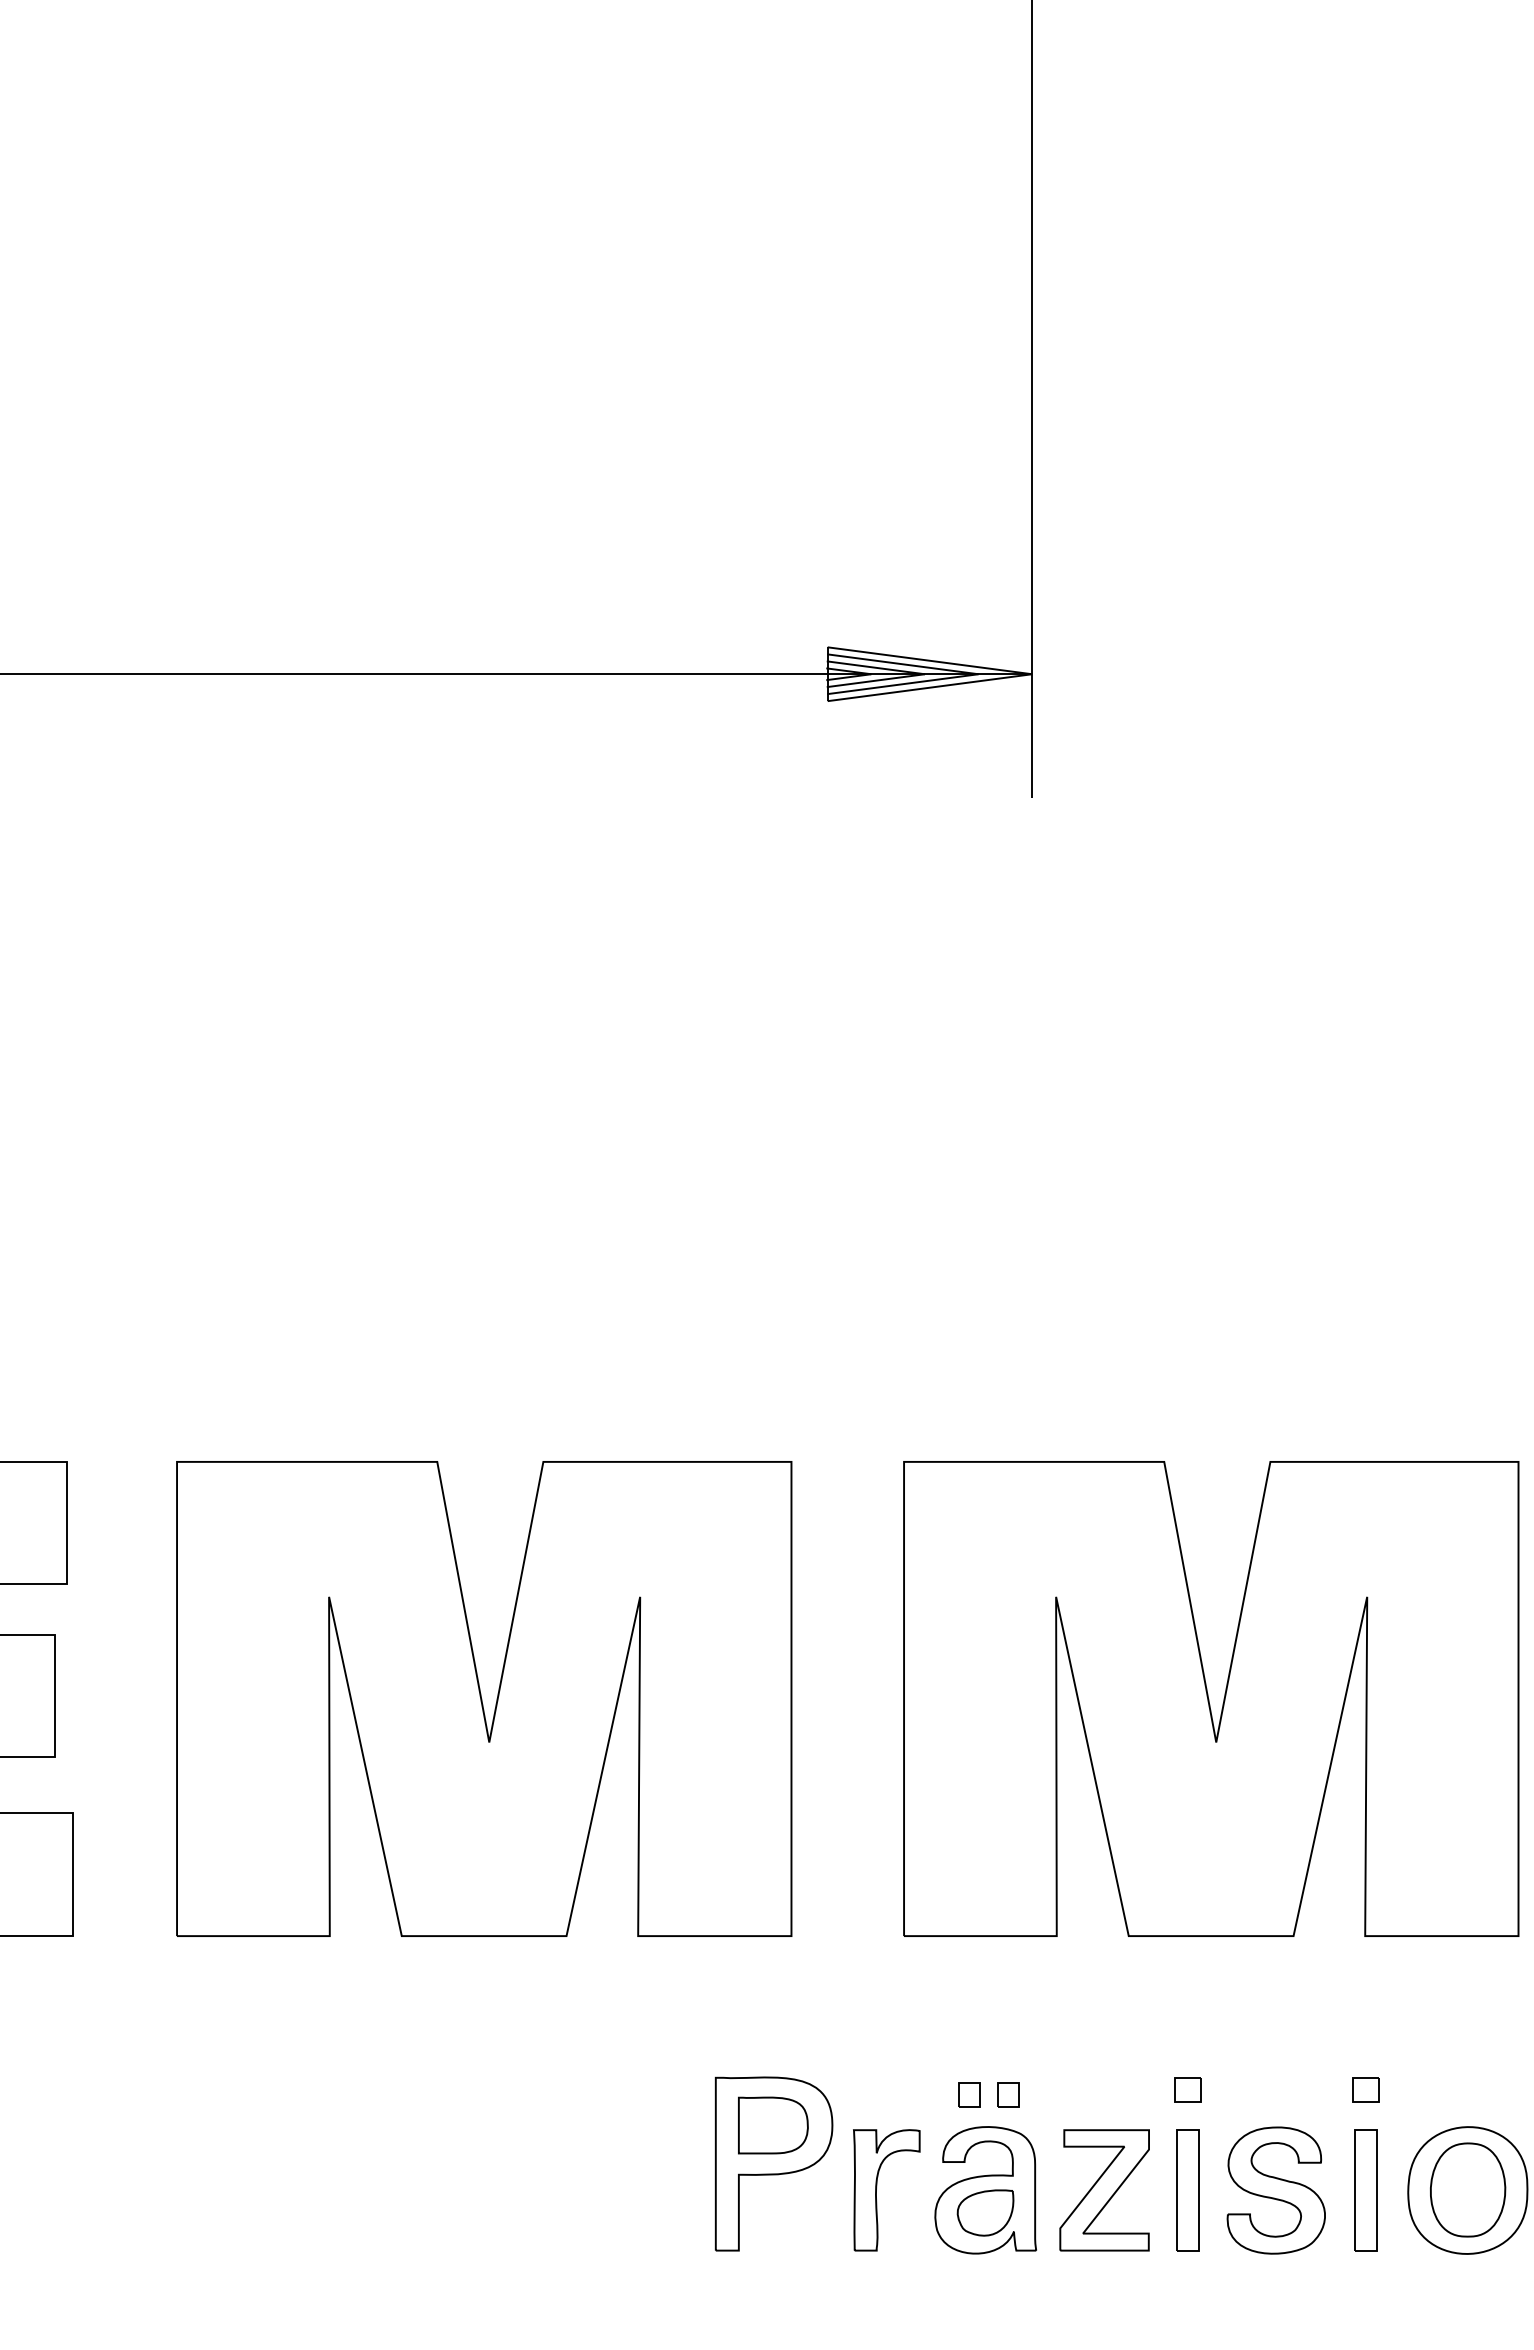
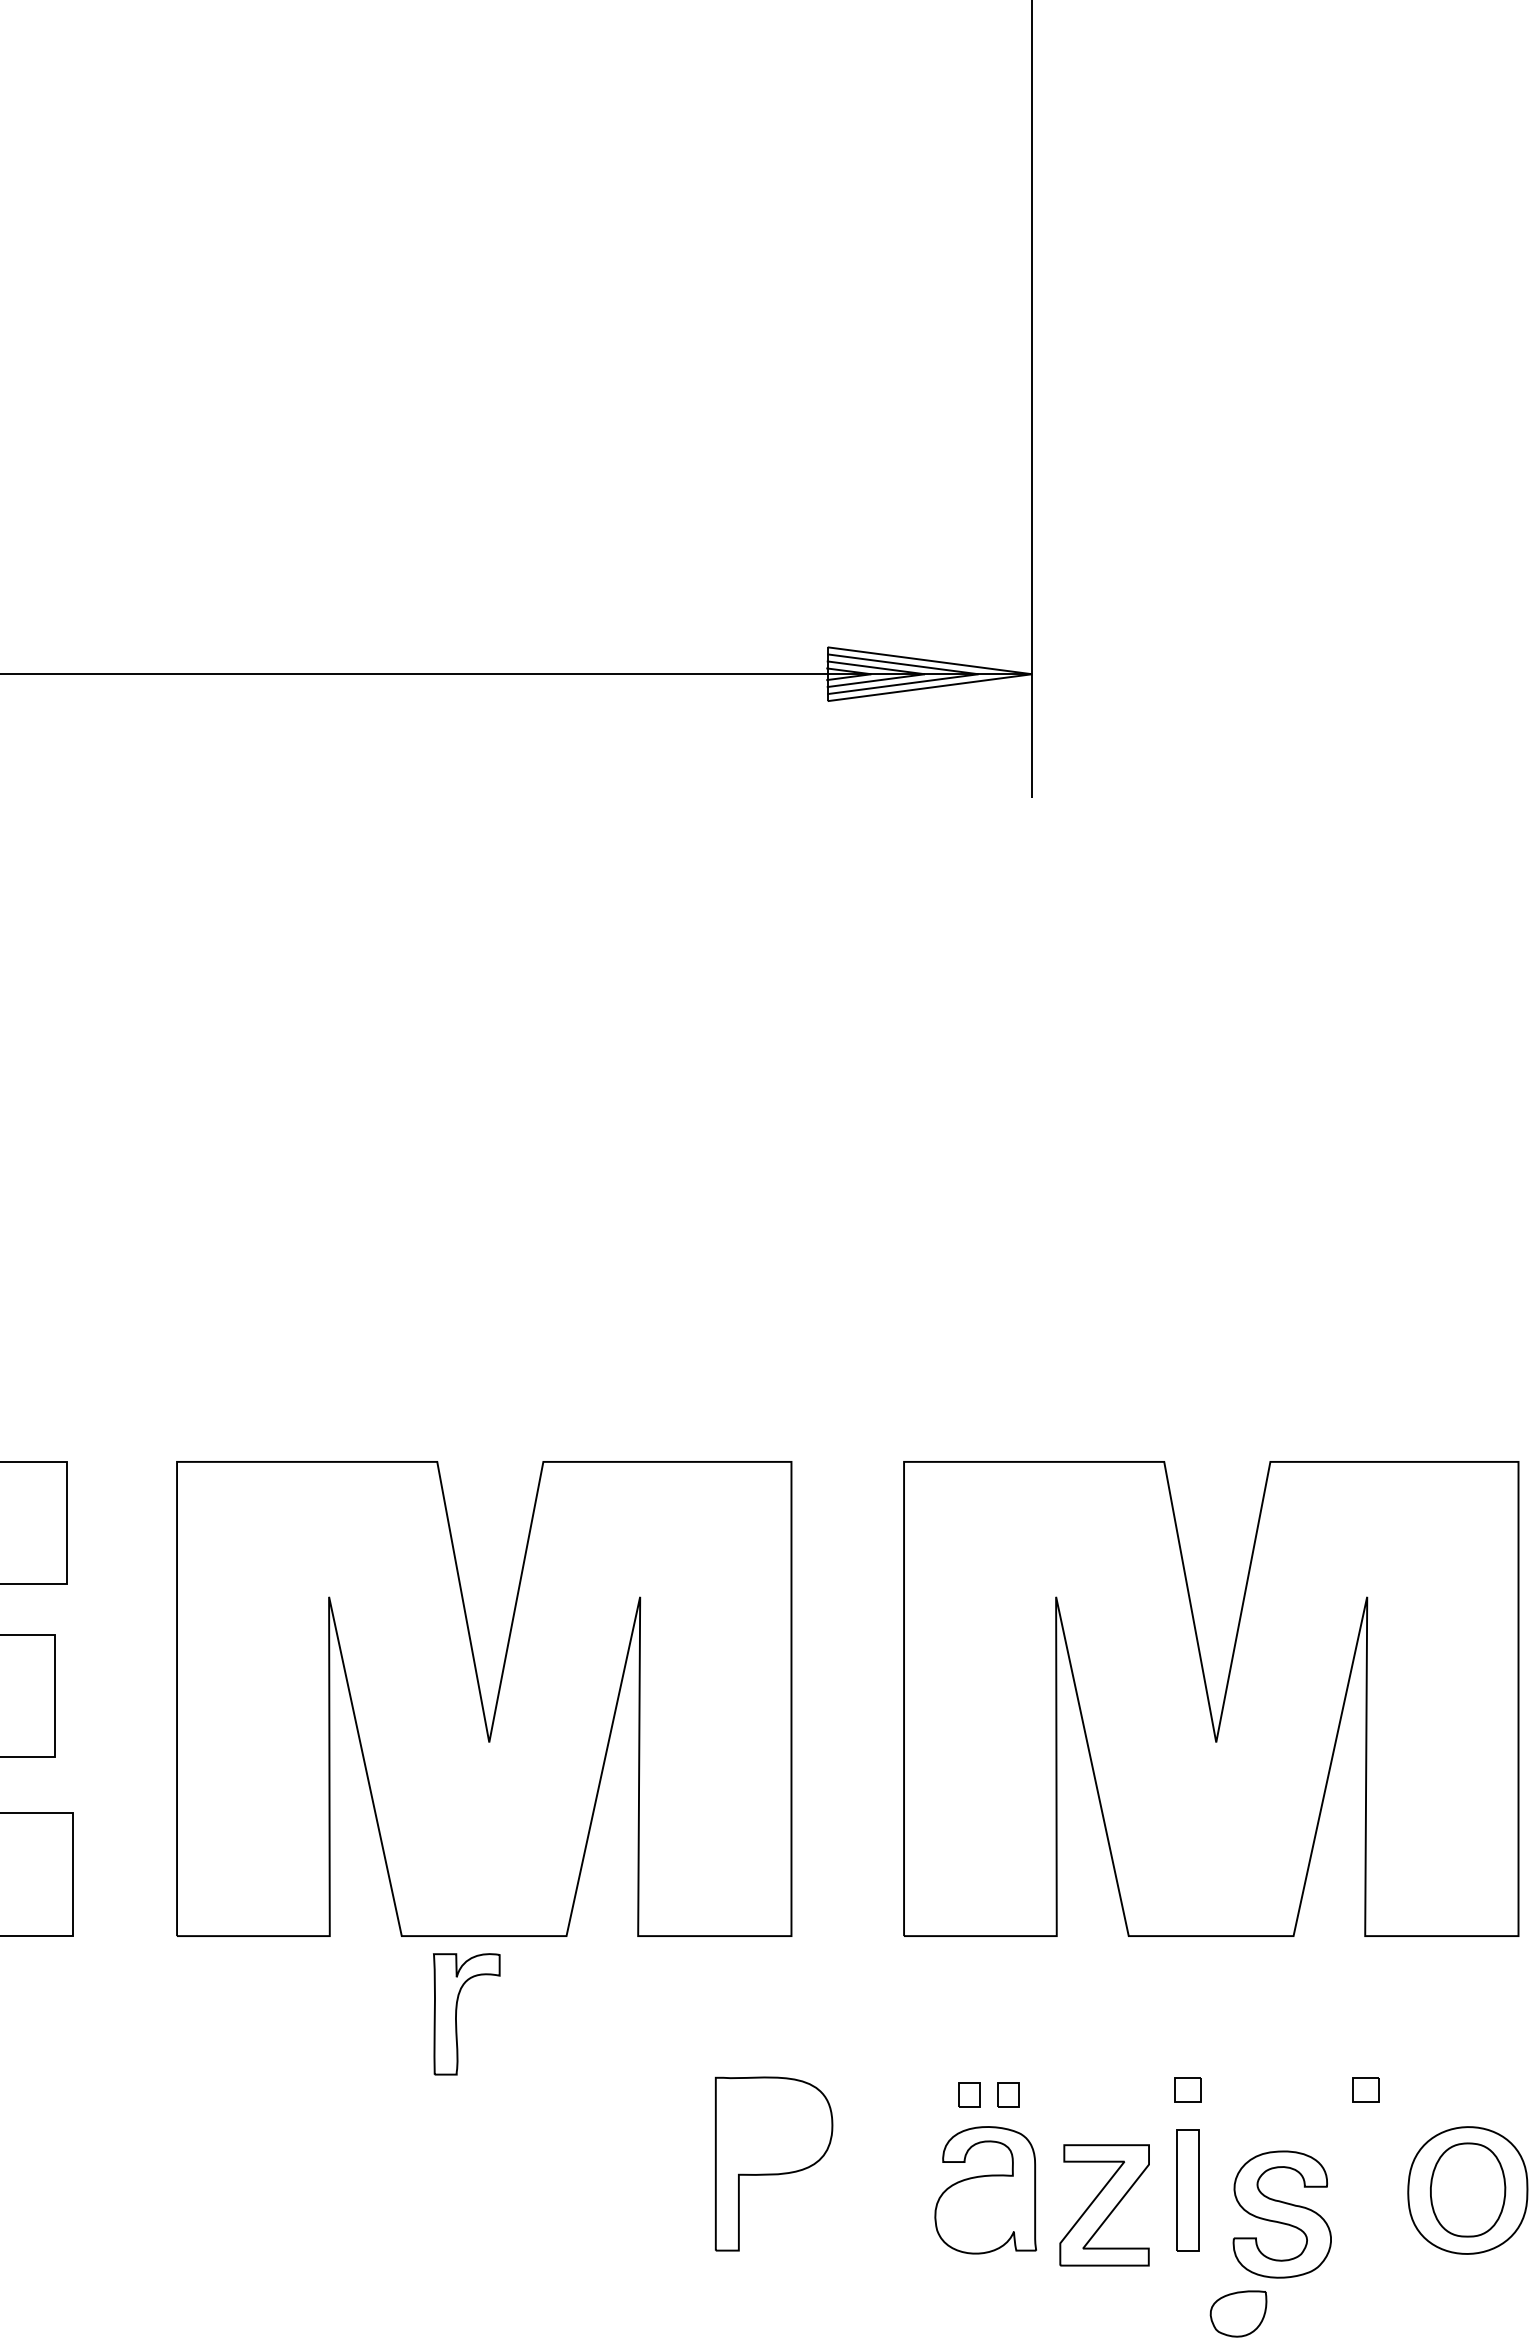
part at (773, 2125): present -> none
part at (877, 2186) position: (877, 2186) -> (457, 2010)
part at (1104, 2190) position: (1104, 2190) -> (1104, 2205)
part at (1275, 2190) position: (1275, 2190) -> (1281, 2214)
part at (1365, 2190): present -> none
part at (985, 2212) position: (985, 2212) -> (1238, 2313)
